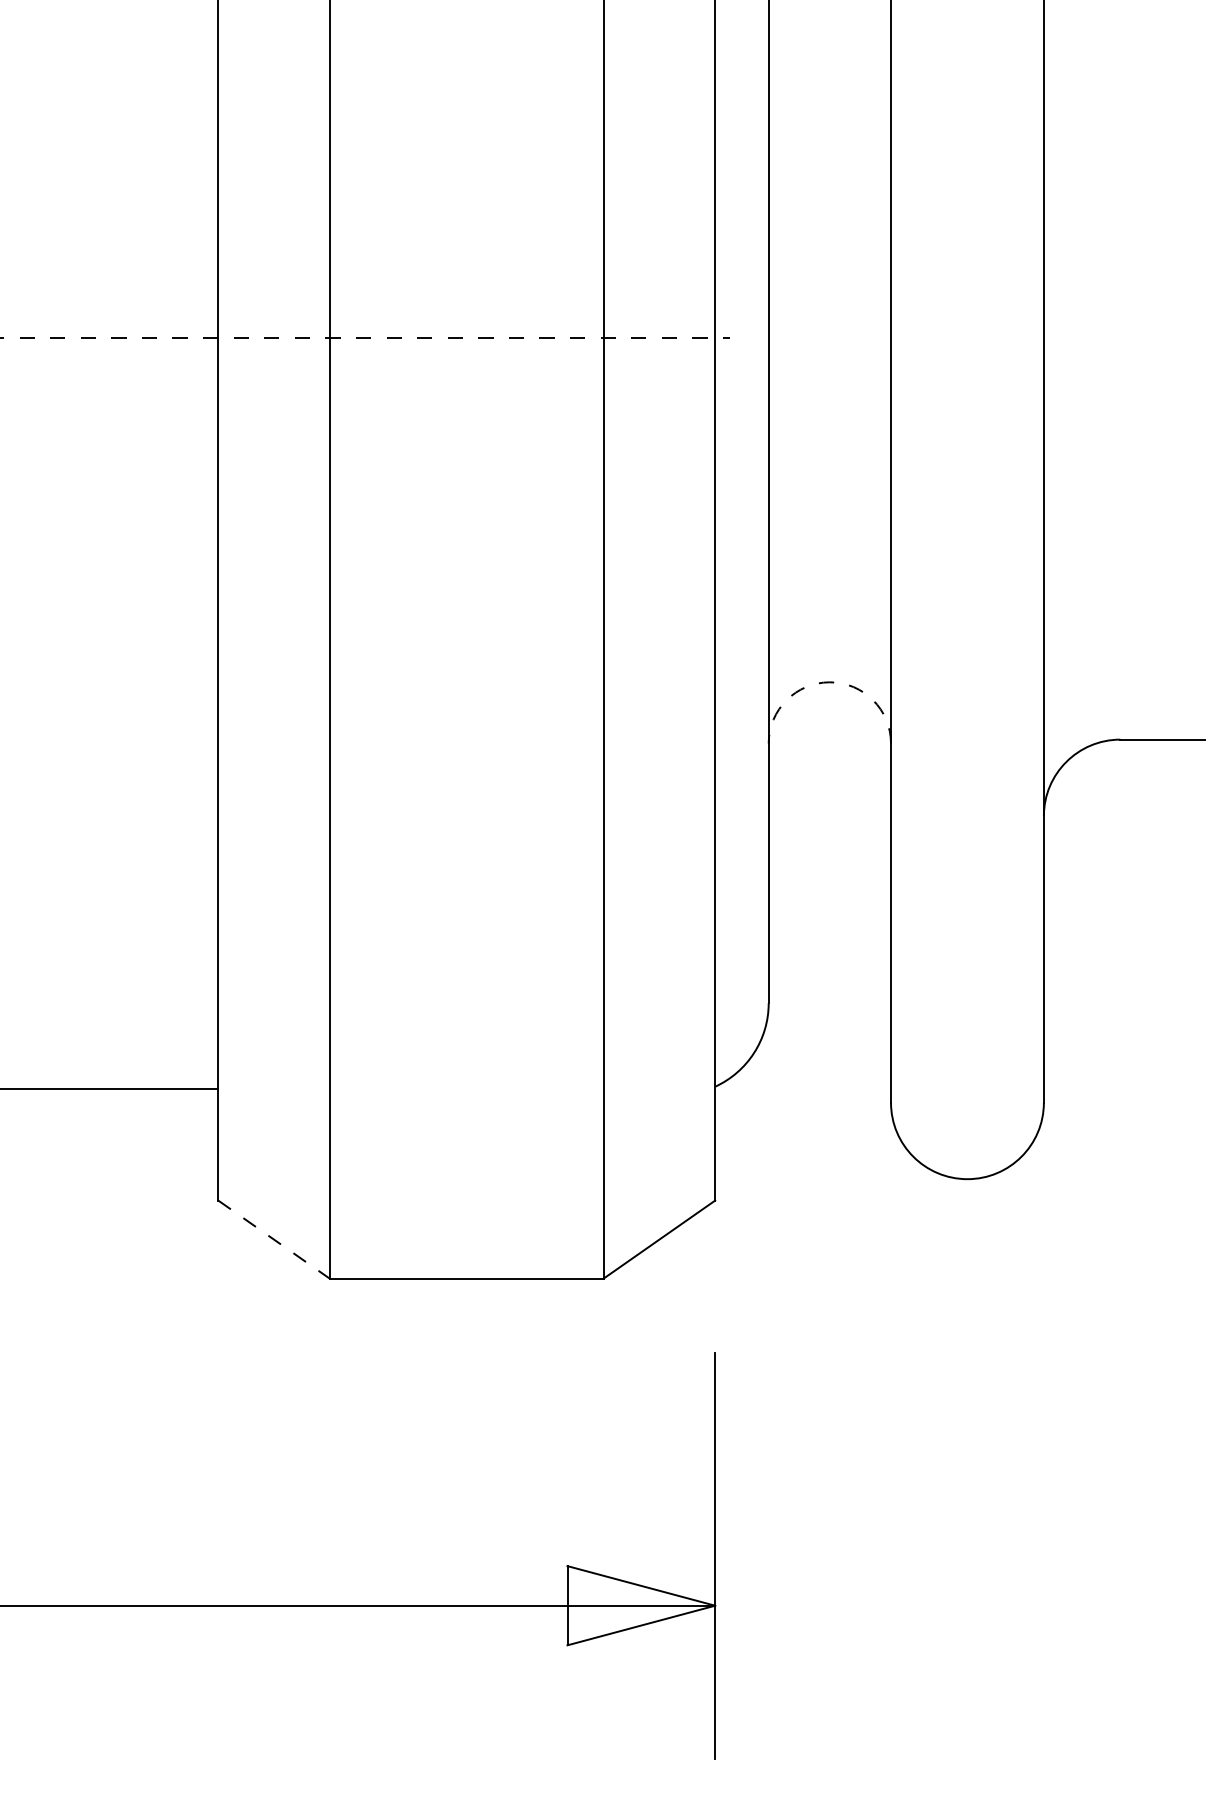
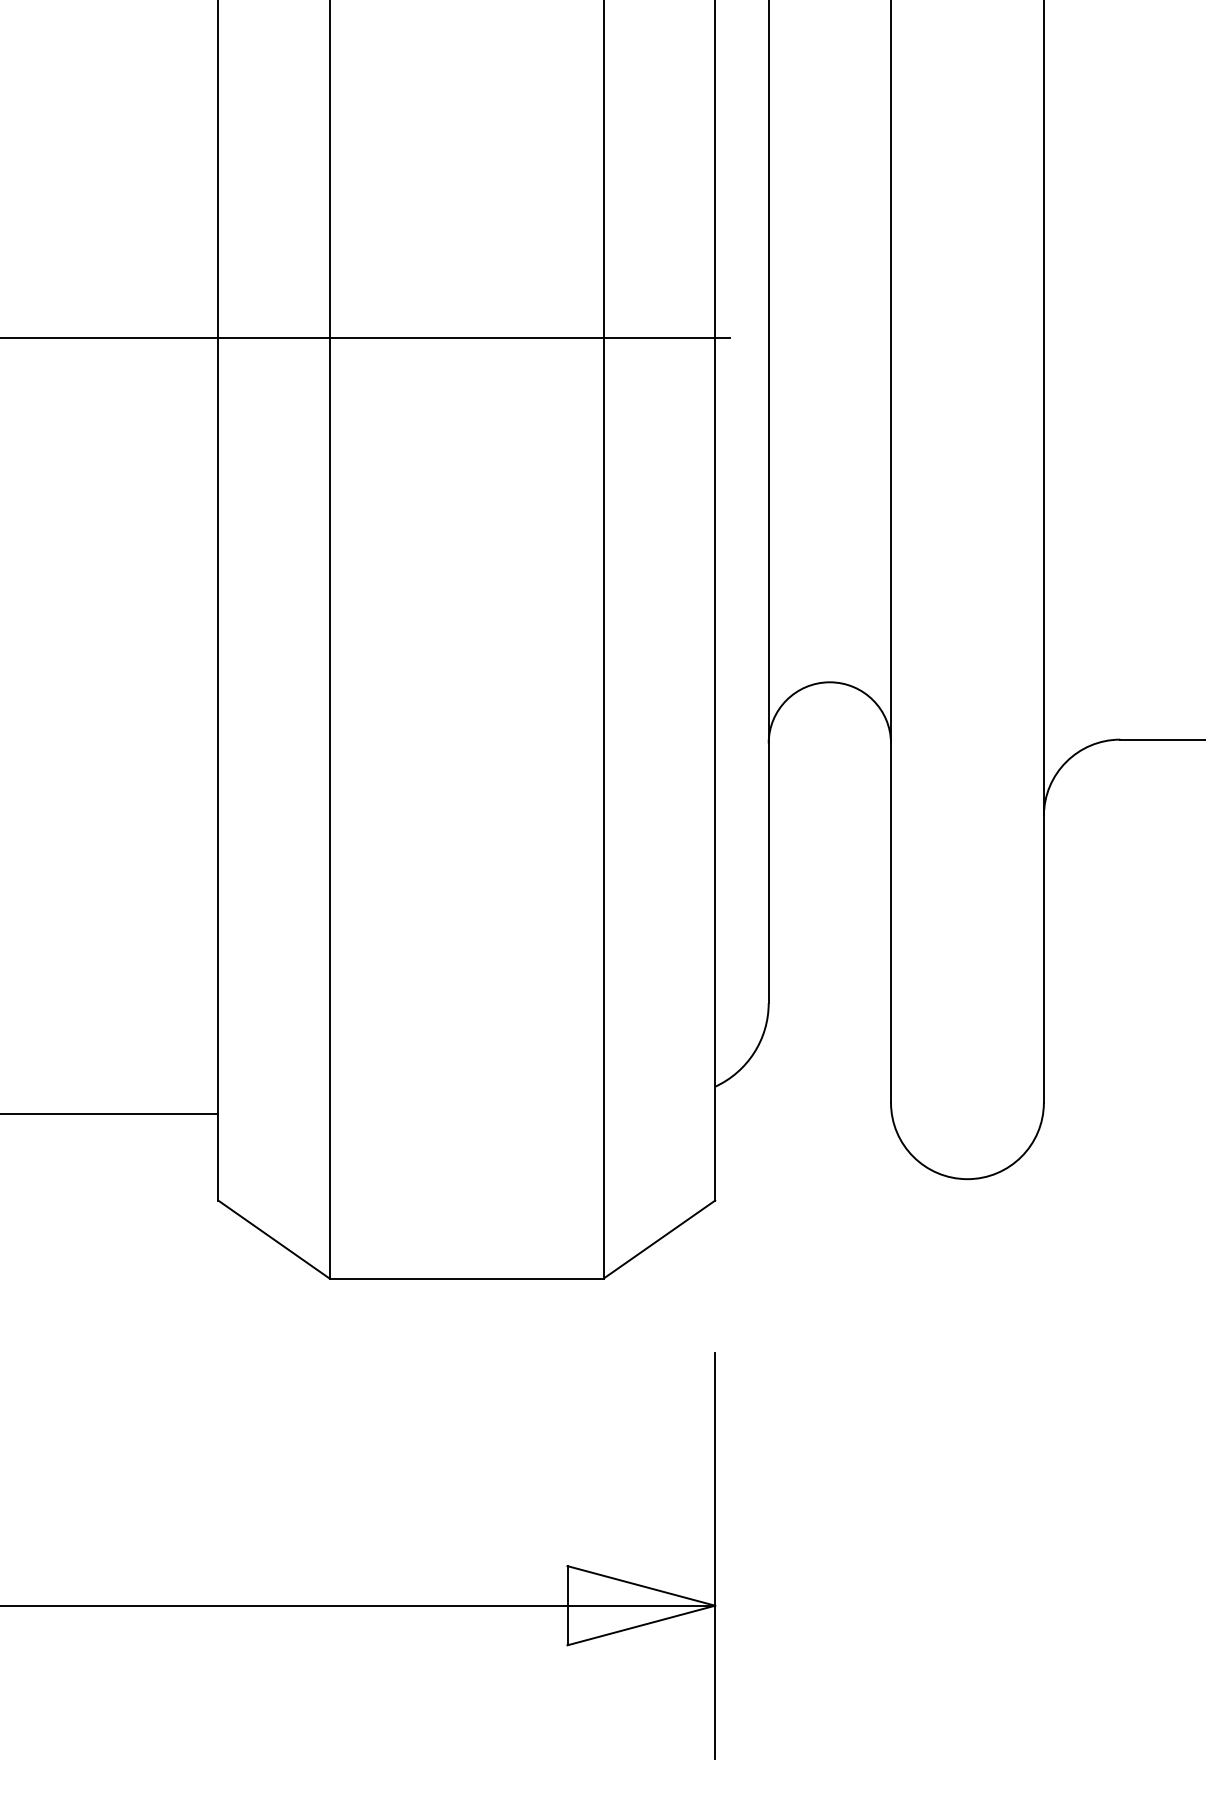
line at (365, 338): dashed -> solid
arc at (829, 682): dashed -> solid
line at (110, 1089) position: (110, 1089) -> (110, 1114)
line at (273, 1239): dashed -> solid
